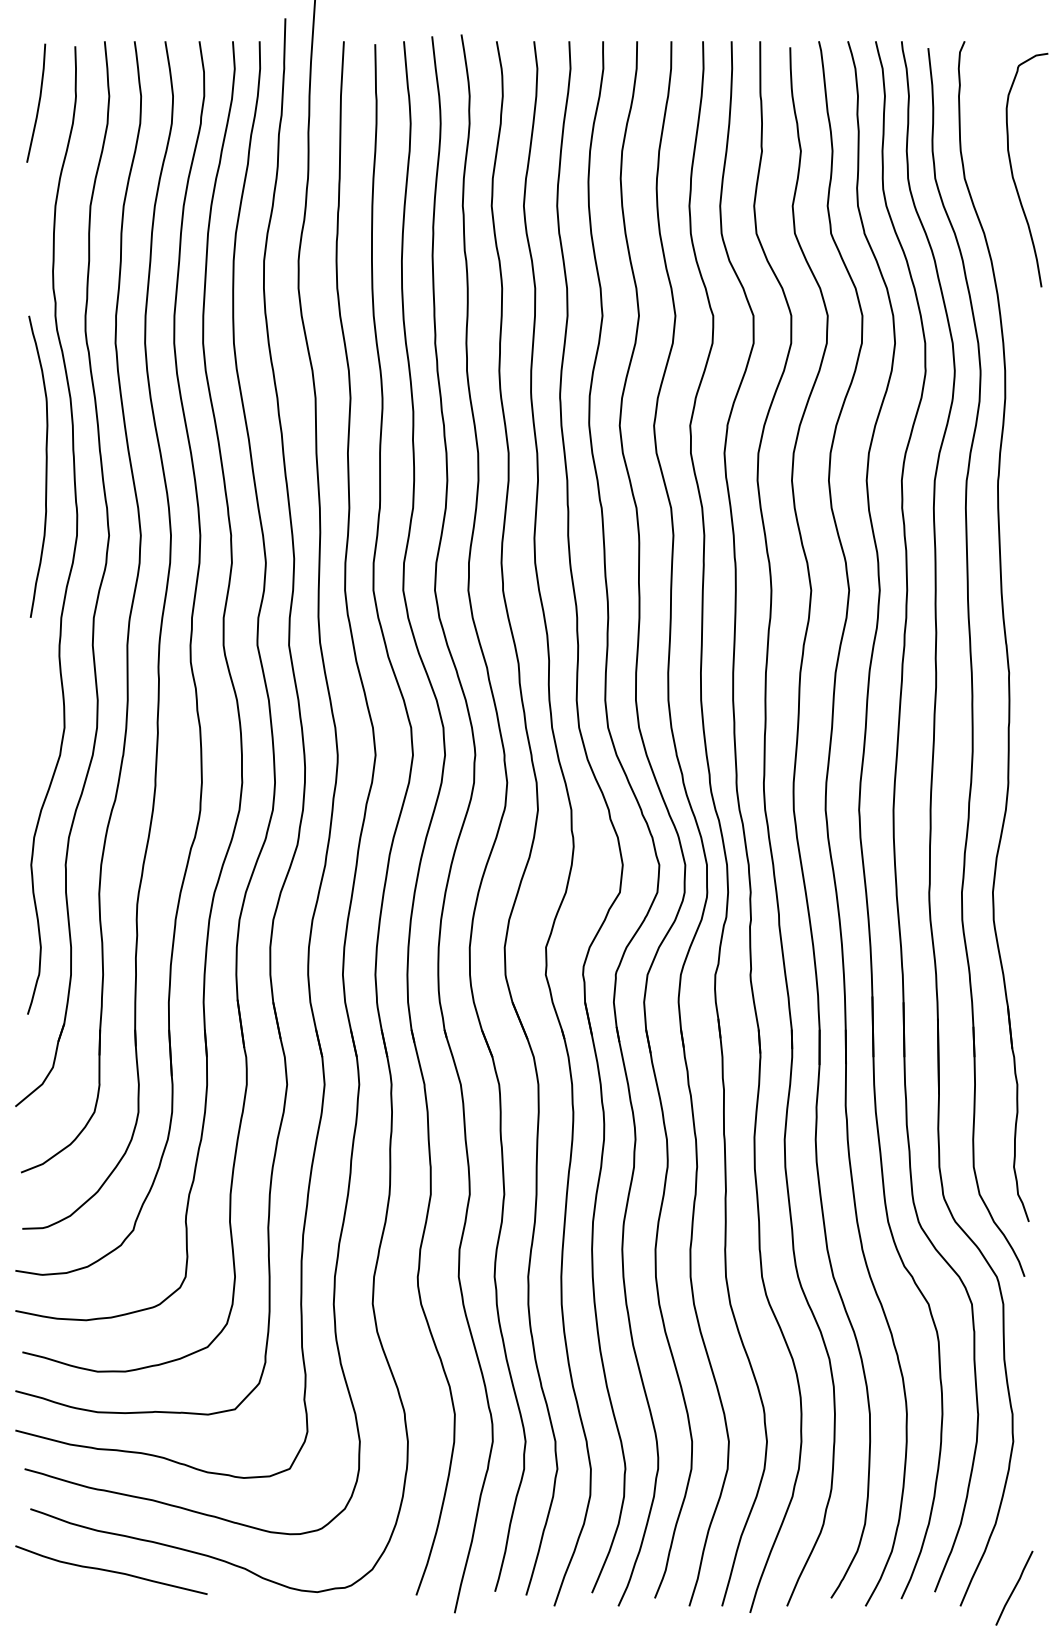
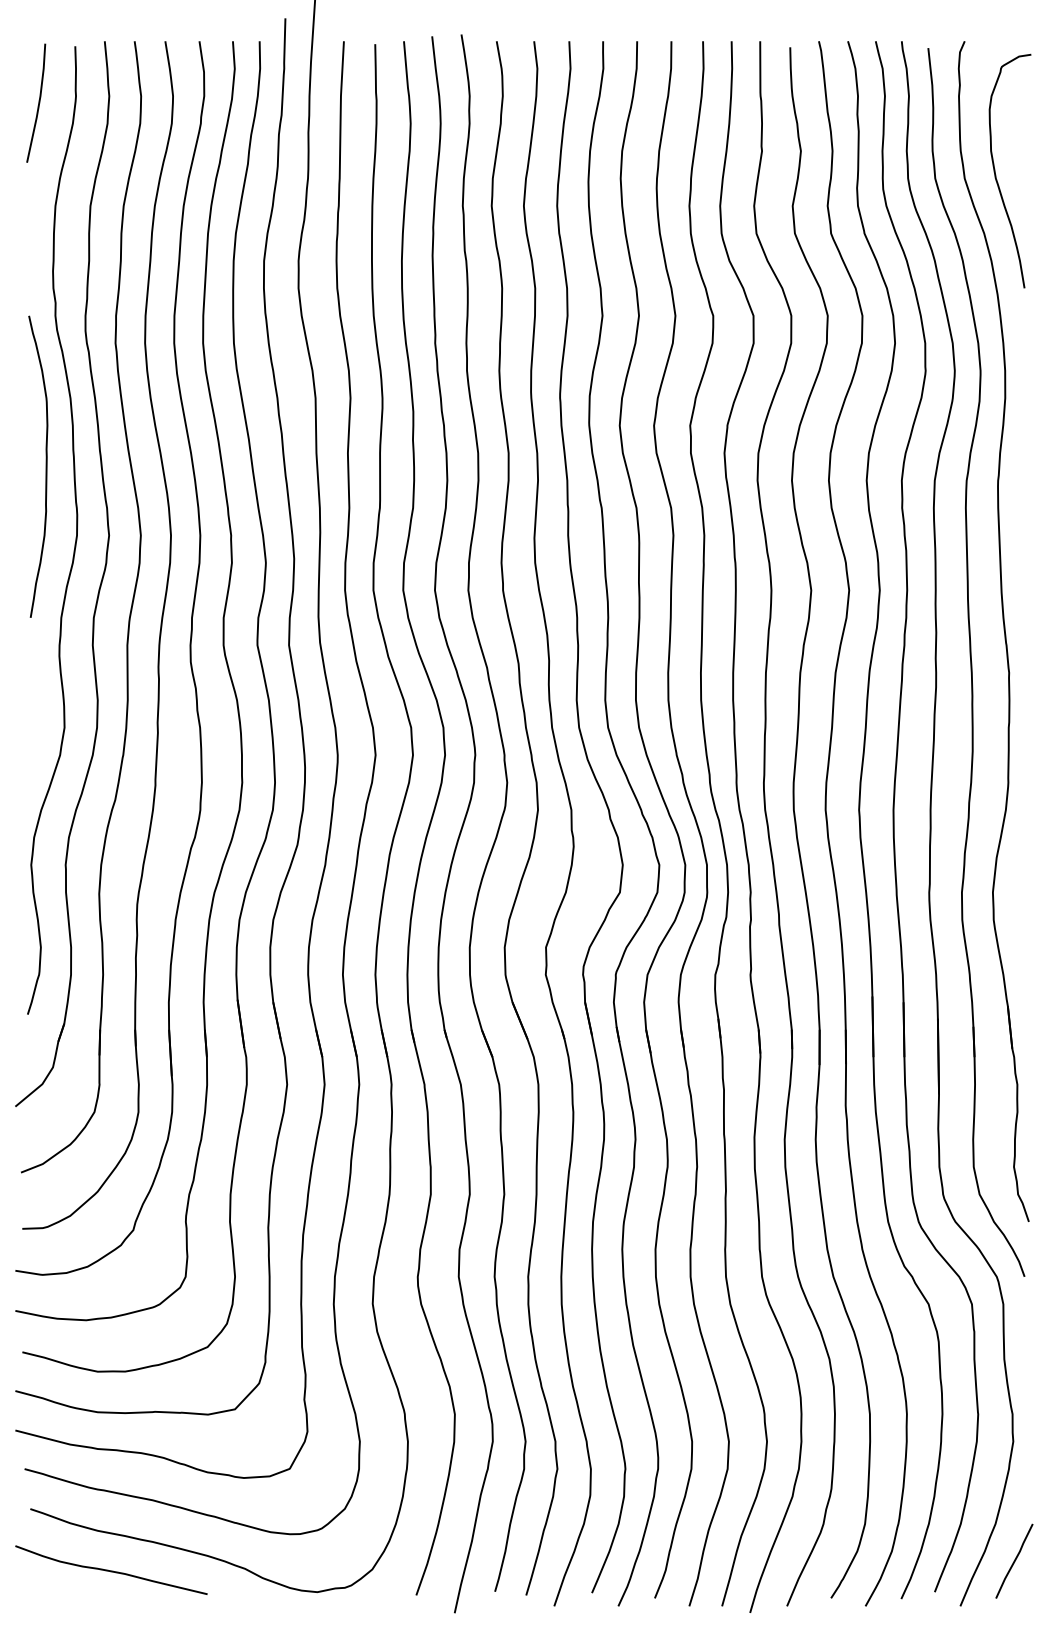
curve at (1013, 173) position: (1013, 173) -> (996, 174)
line at (1014, 1587) position: (1014, 1587) -> (1014, 1560)
